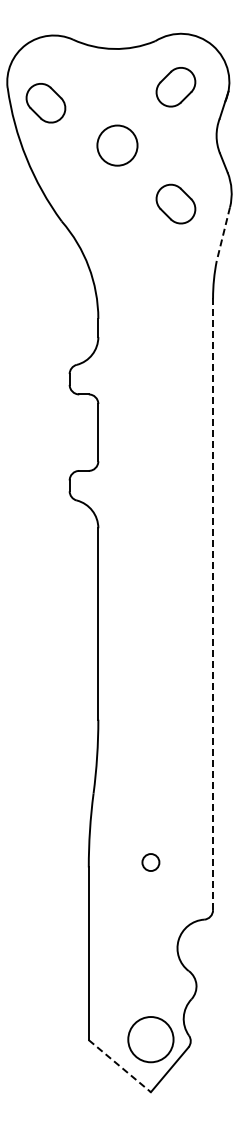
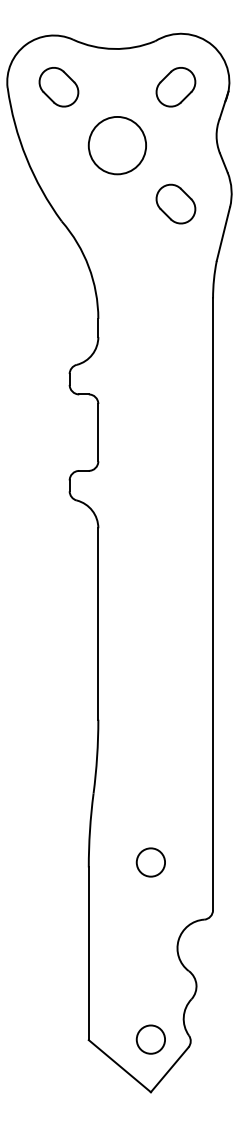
part at (45, 103) position: (45, 103) -> (58, 87)
circle at (117, 145) diameter: 40 px -> 57 px
line at (223, 234): dashed -> solid
line at (213, 604): dashed -> solid
circle at (150, 862) diameter: 17 px -> 28 px
circle at (150, 1039) diameter: 45 px -> 28 px
line at (119, 1066): dashed -> solid
